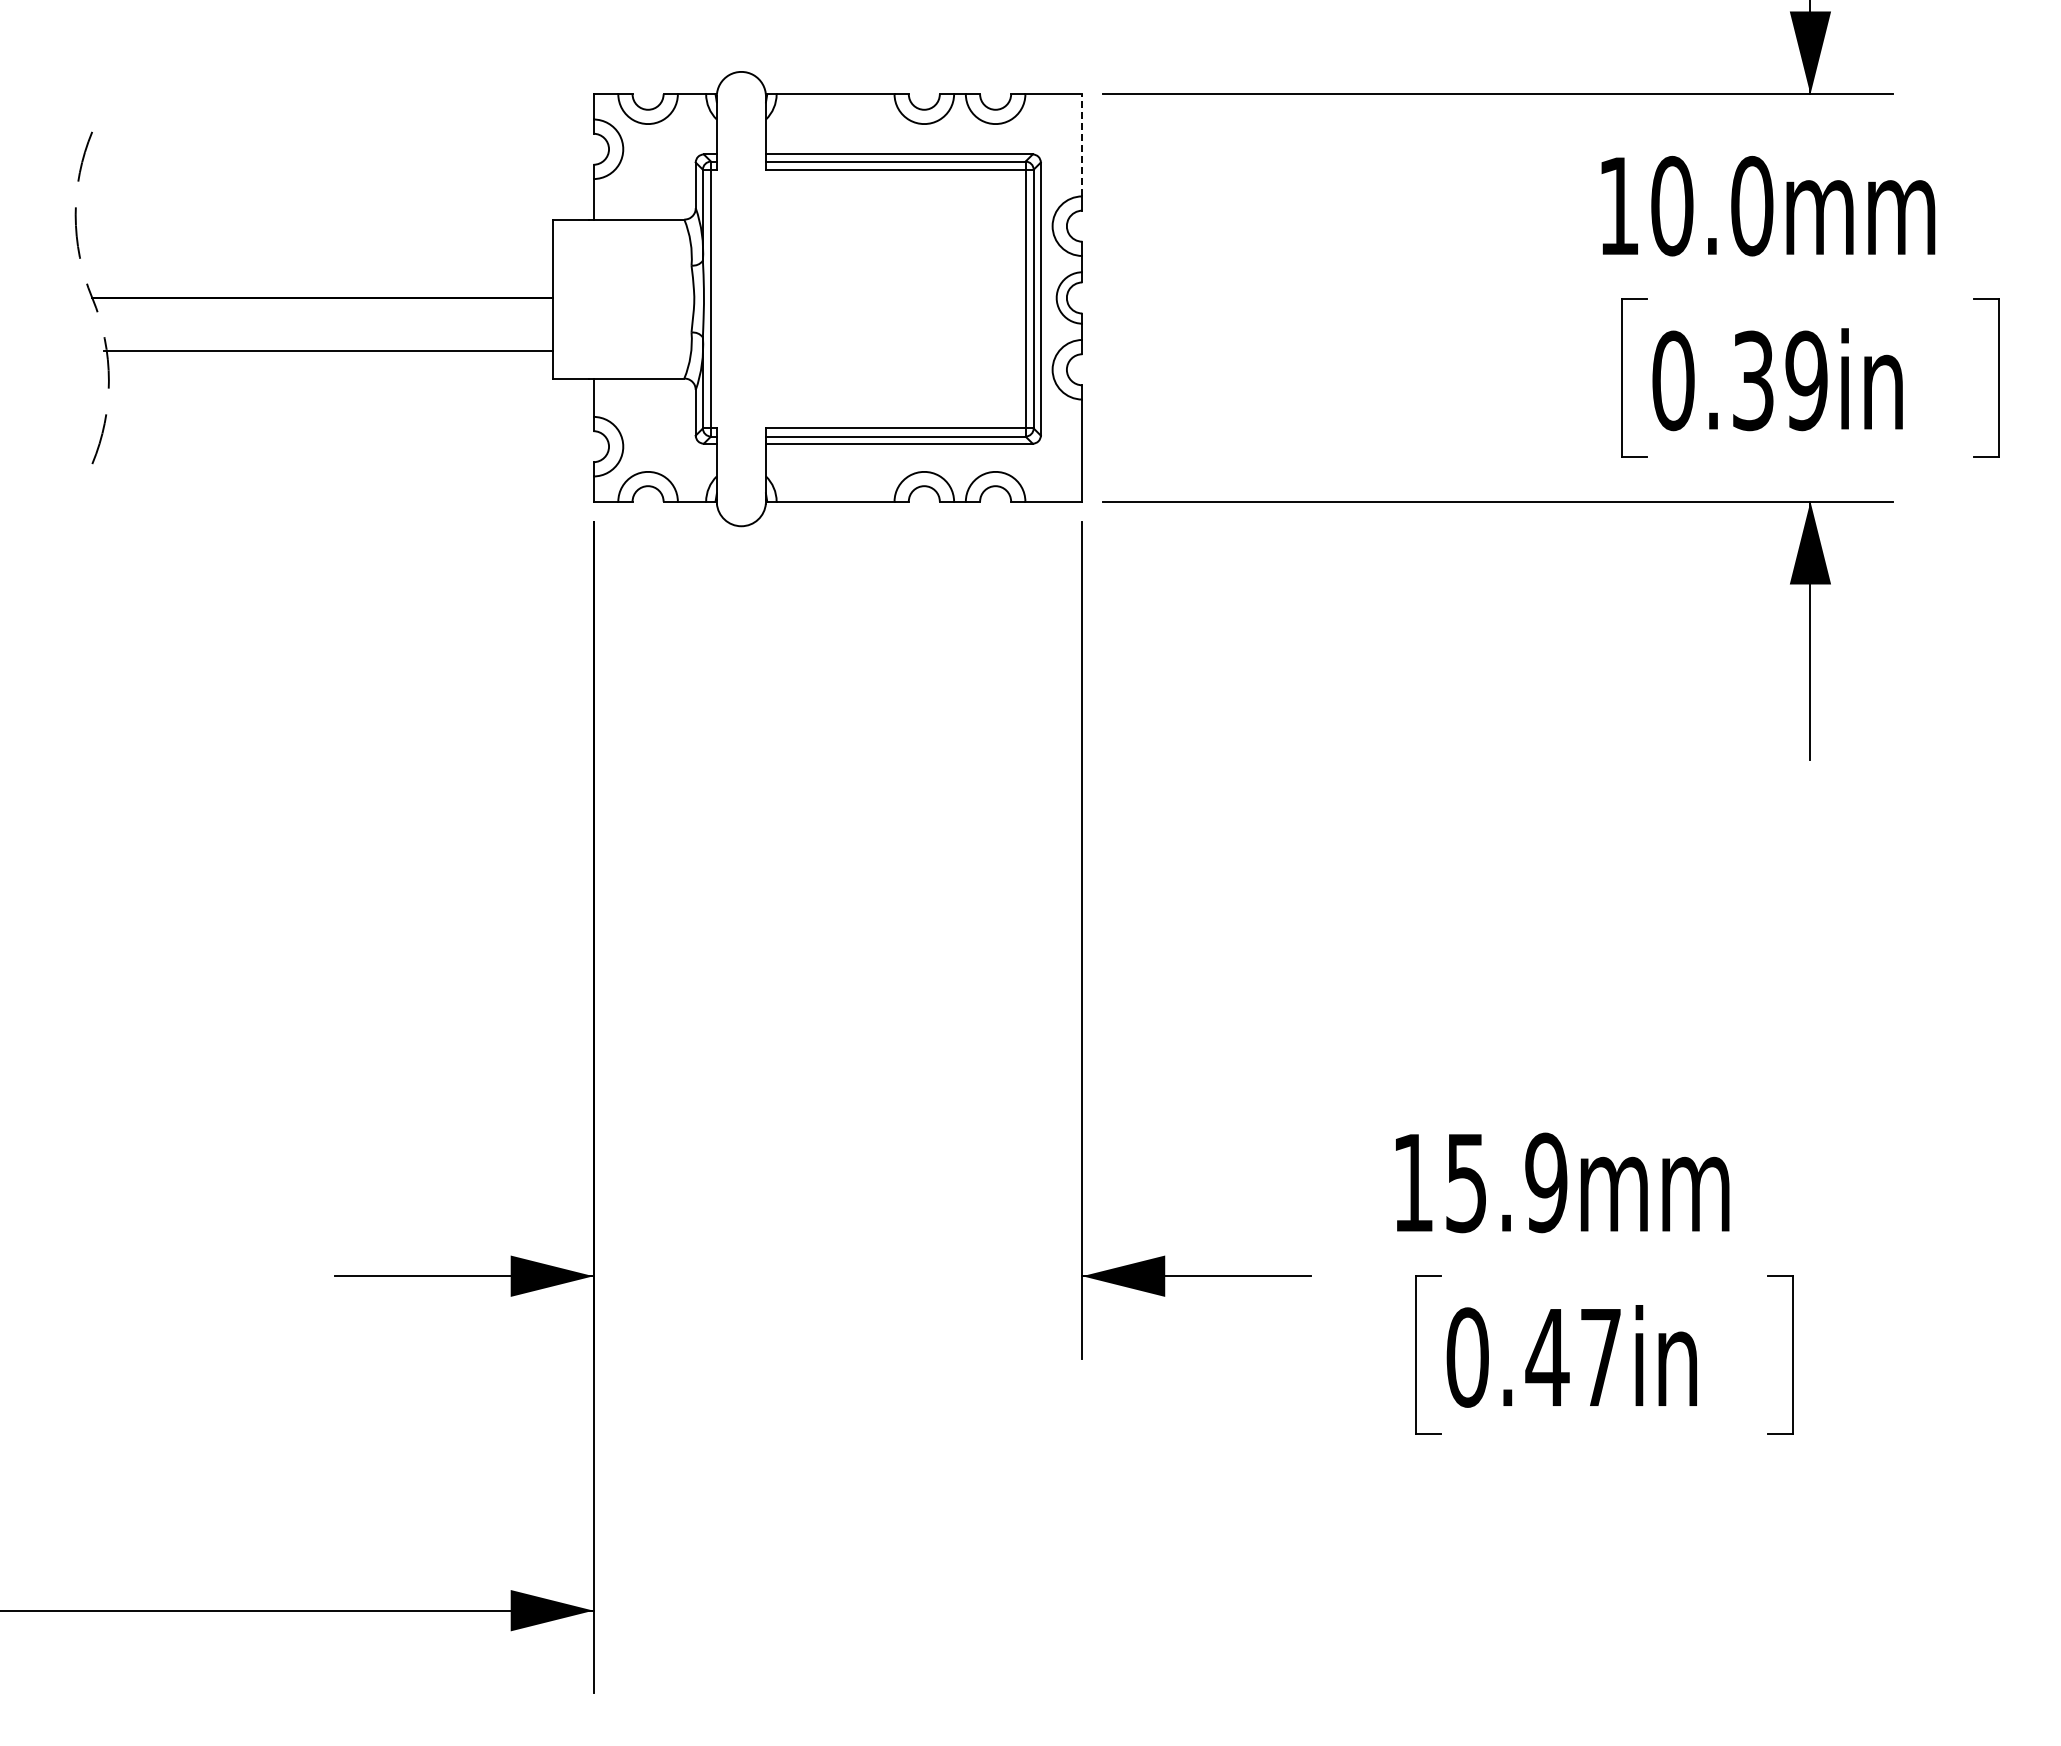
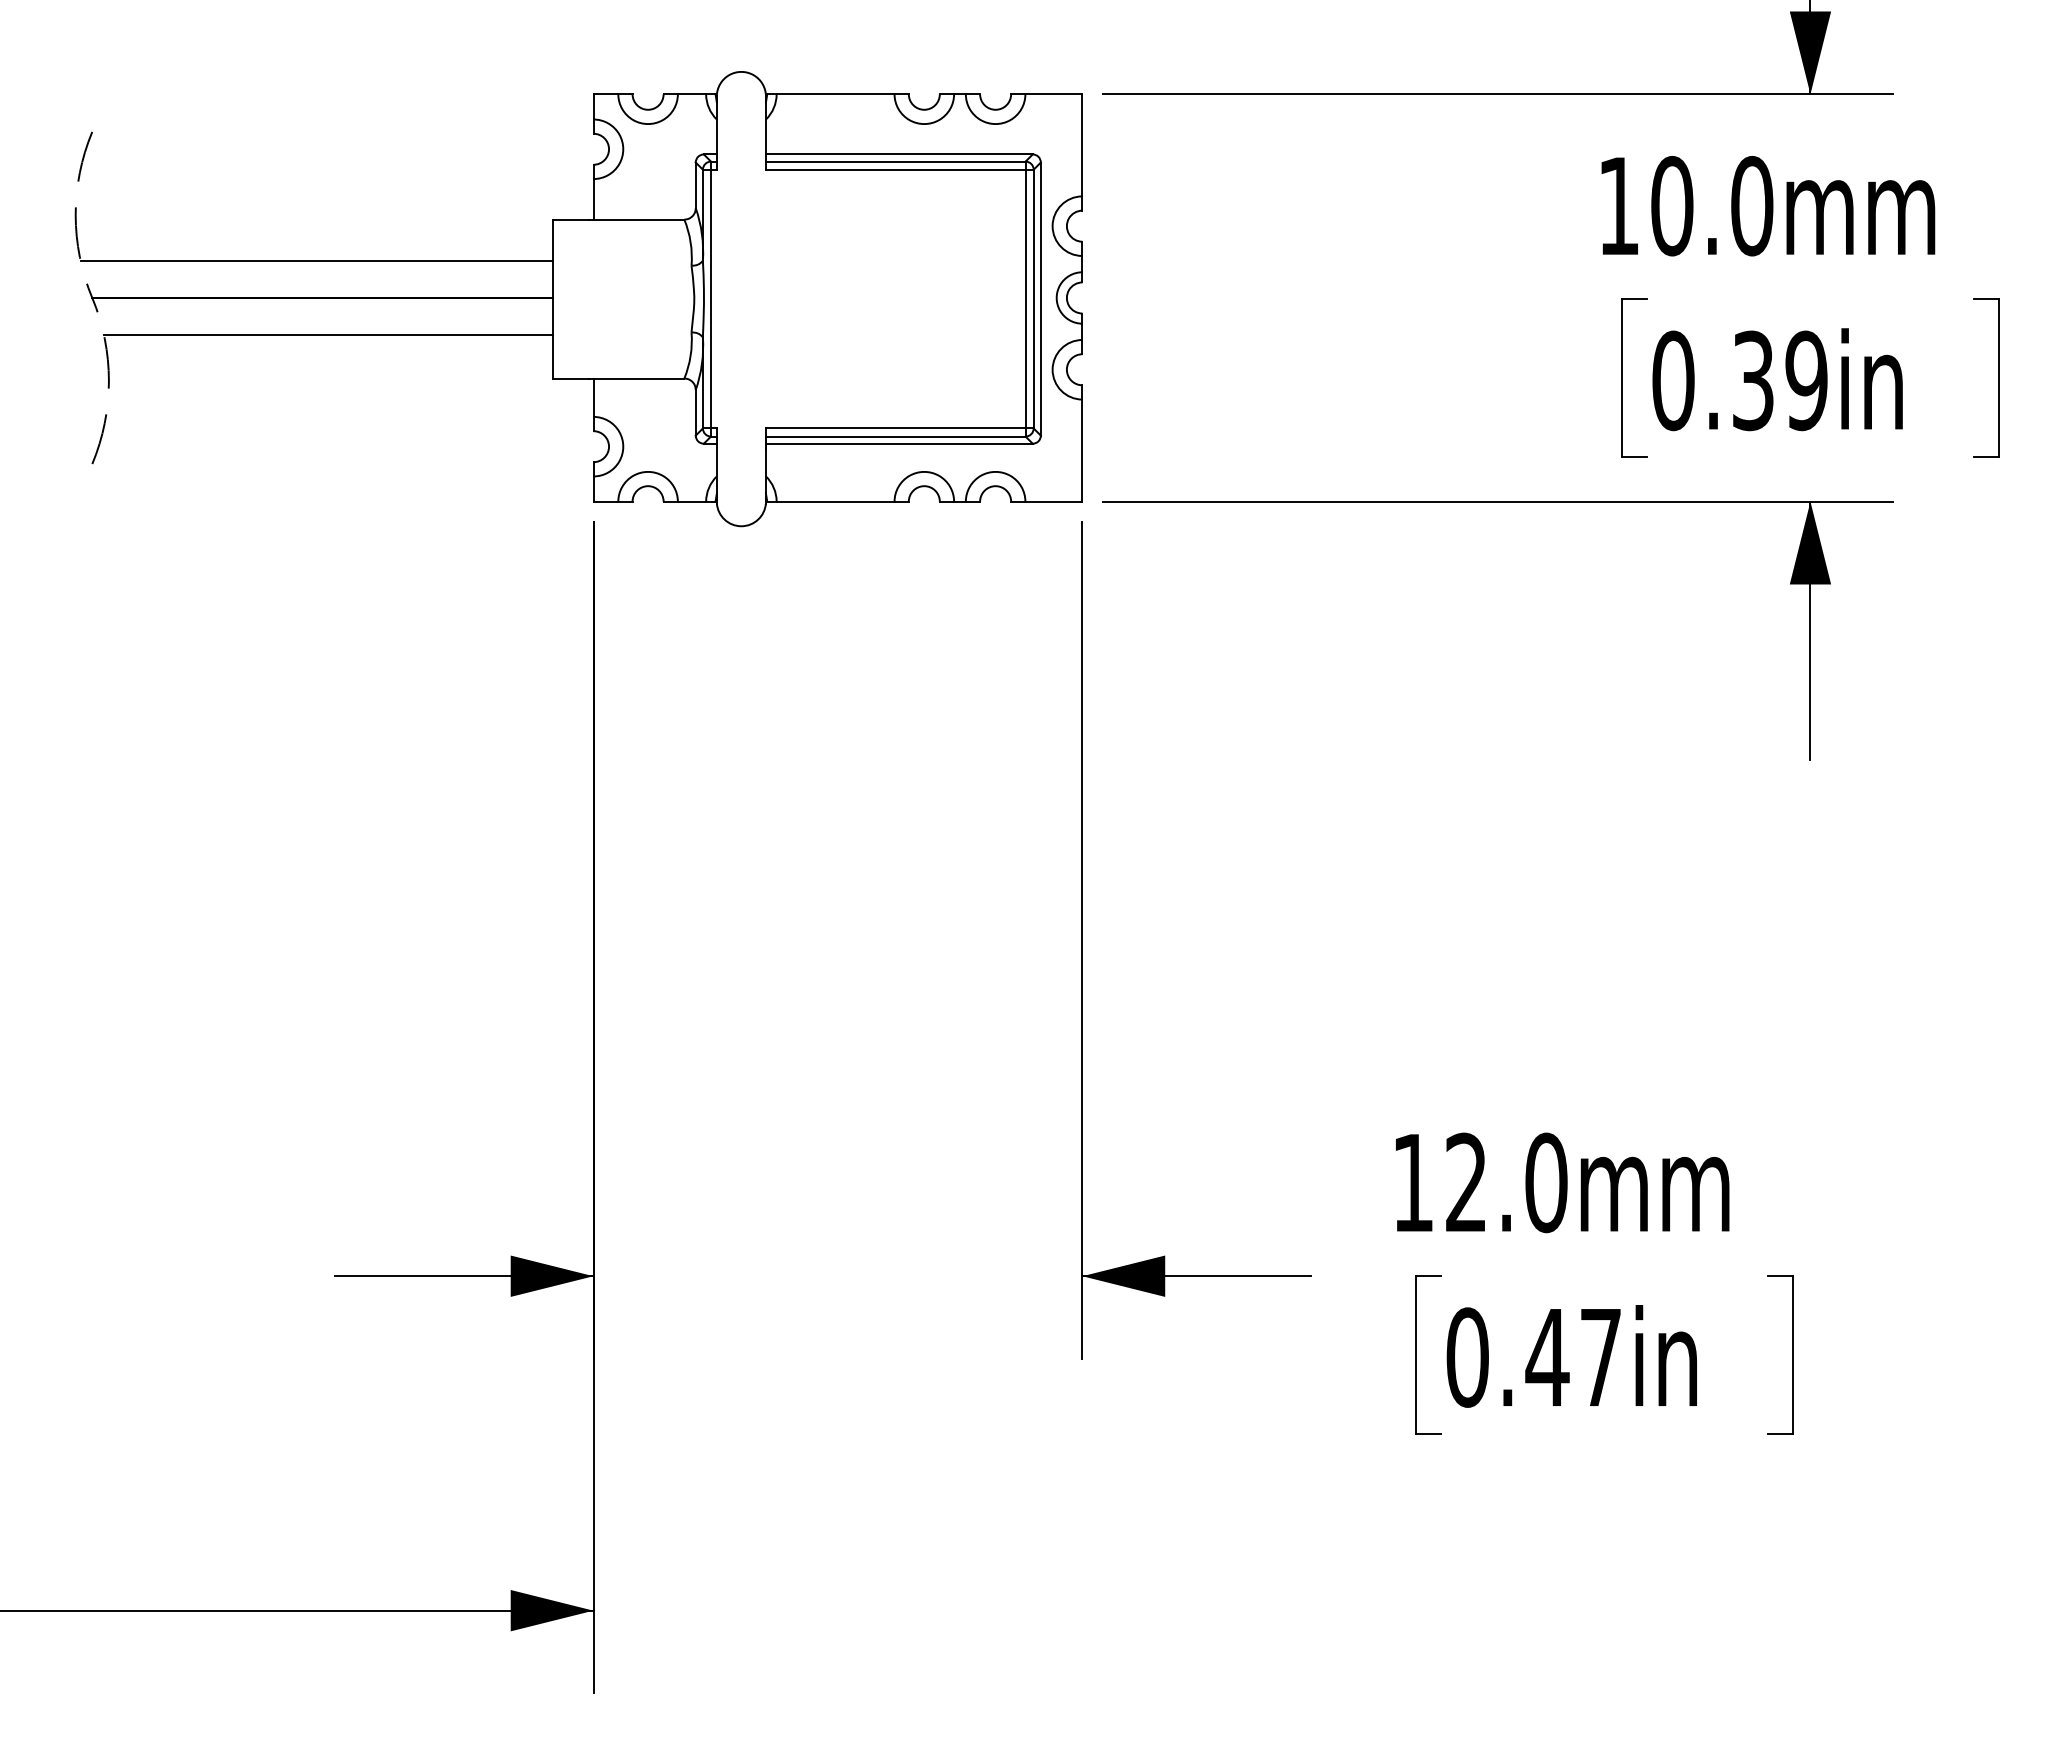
line at (1082, 144): dashed -> solid
line at (316, 261): none -> present
line at (327, 350) position: (327, 350) -> (327, 334)
text at (1506, 1182): 15.9mm -> 12.0mm
